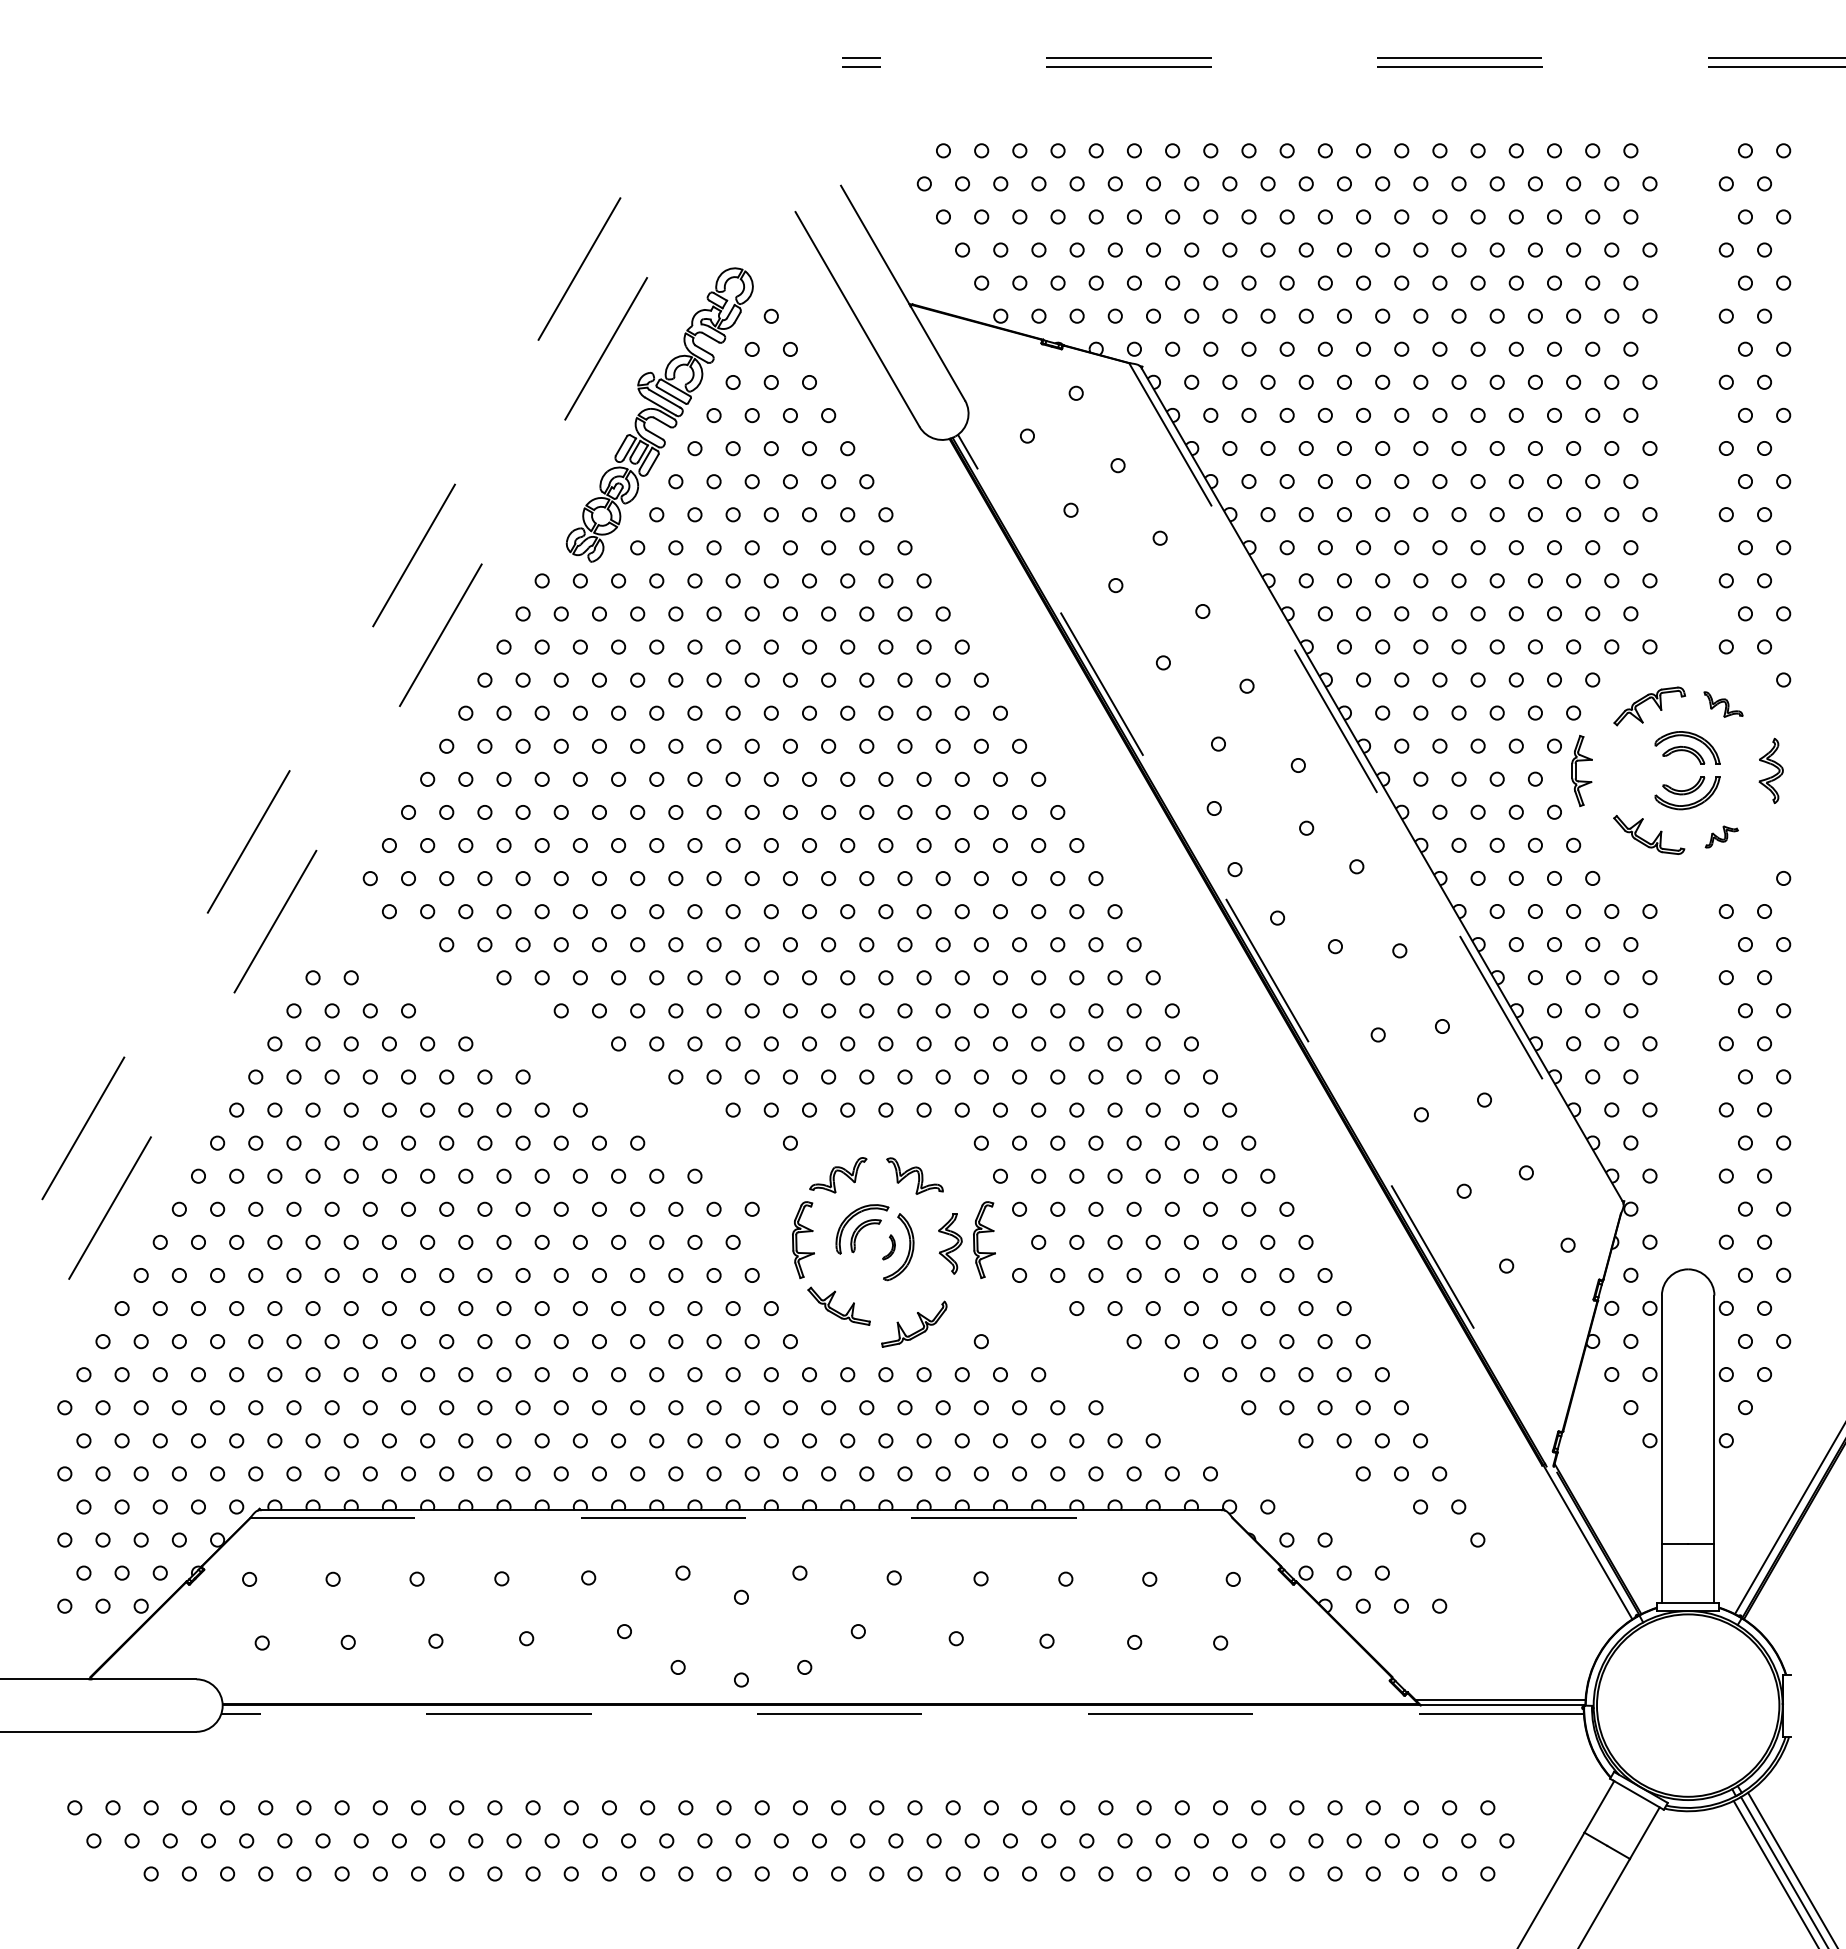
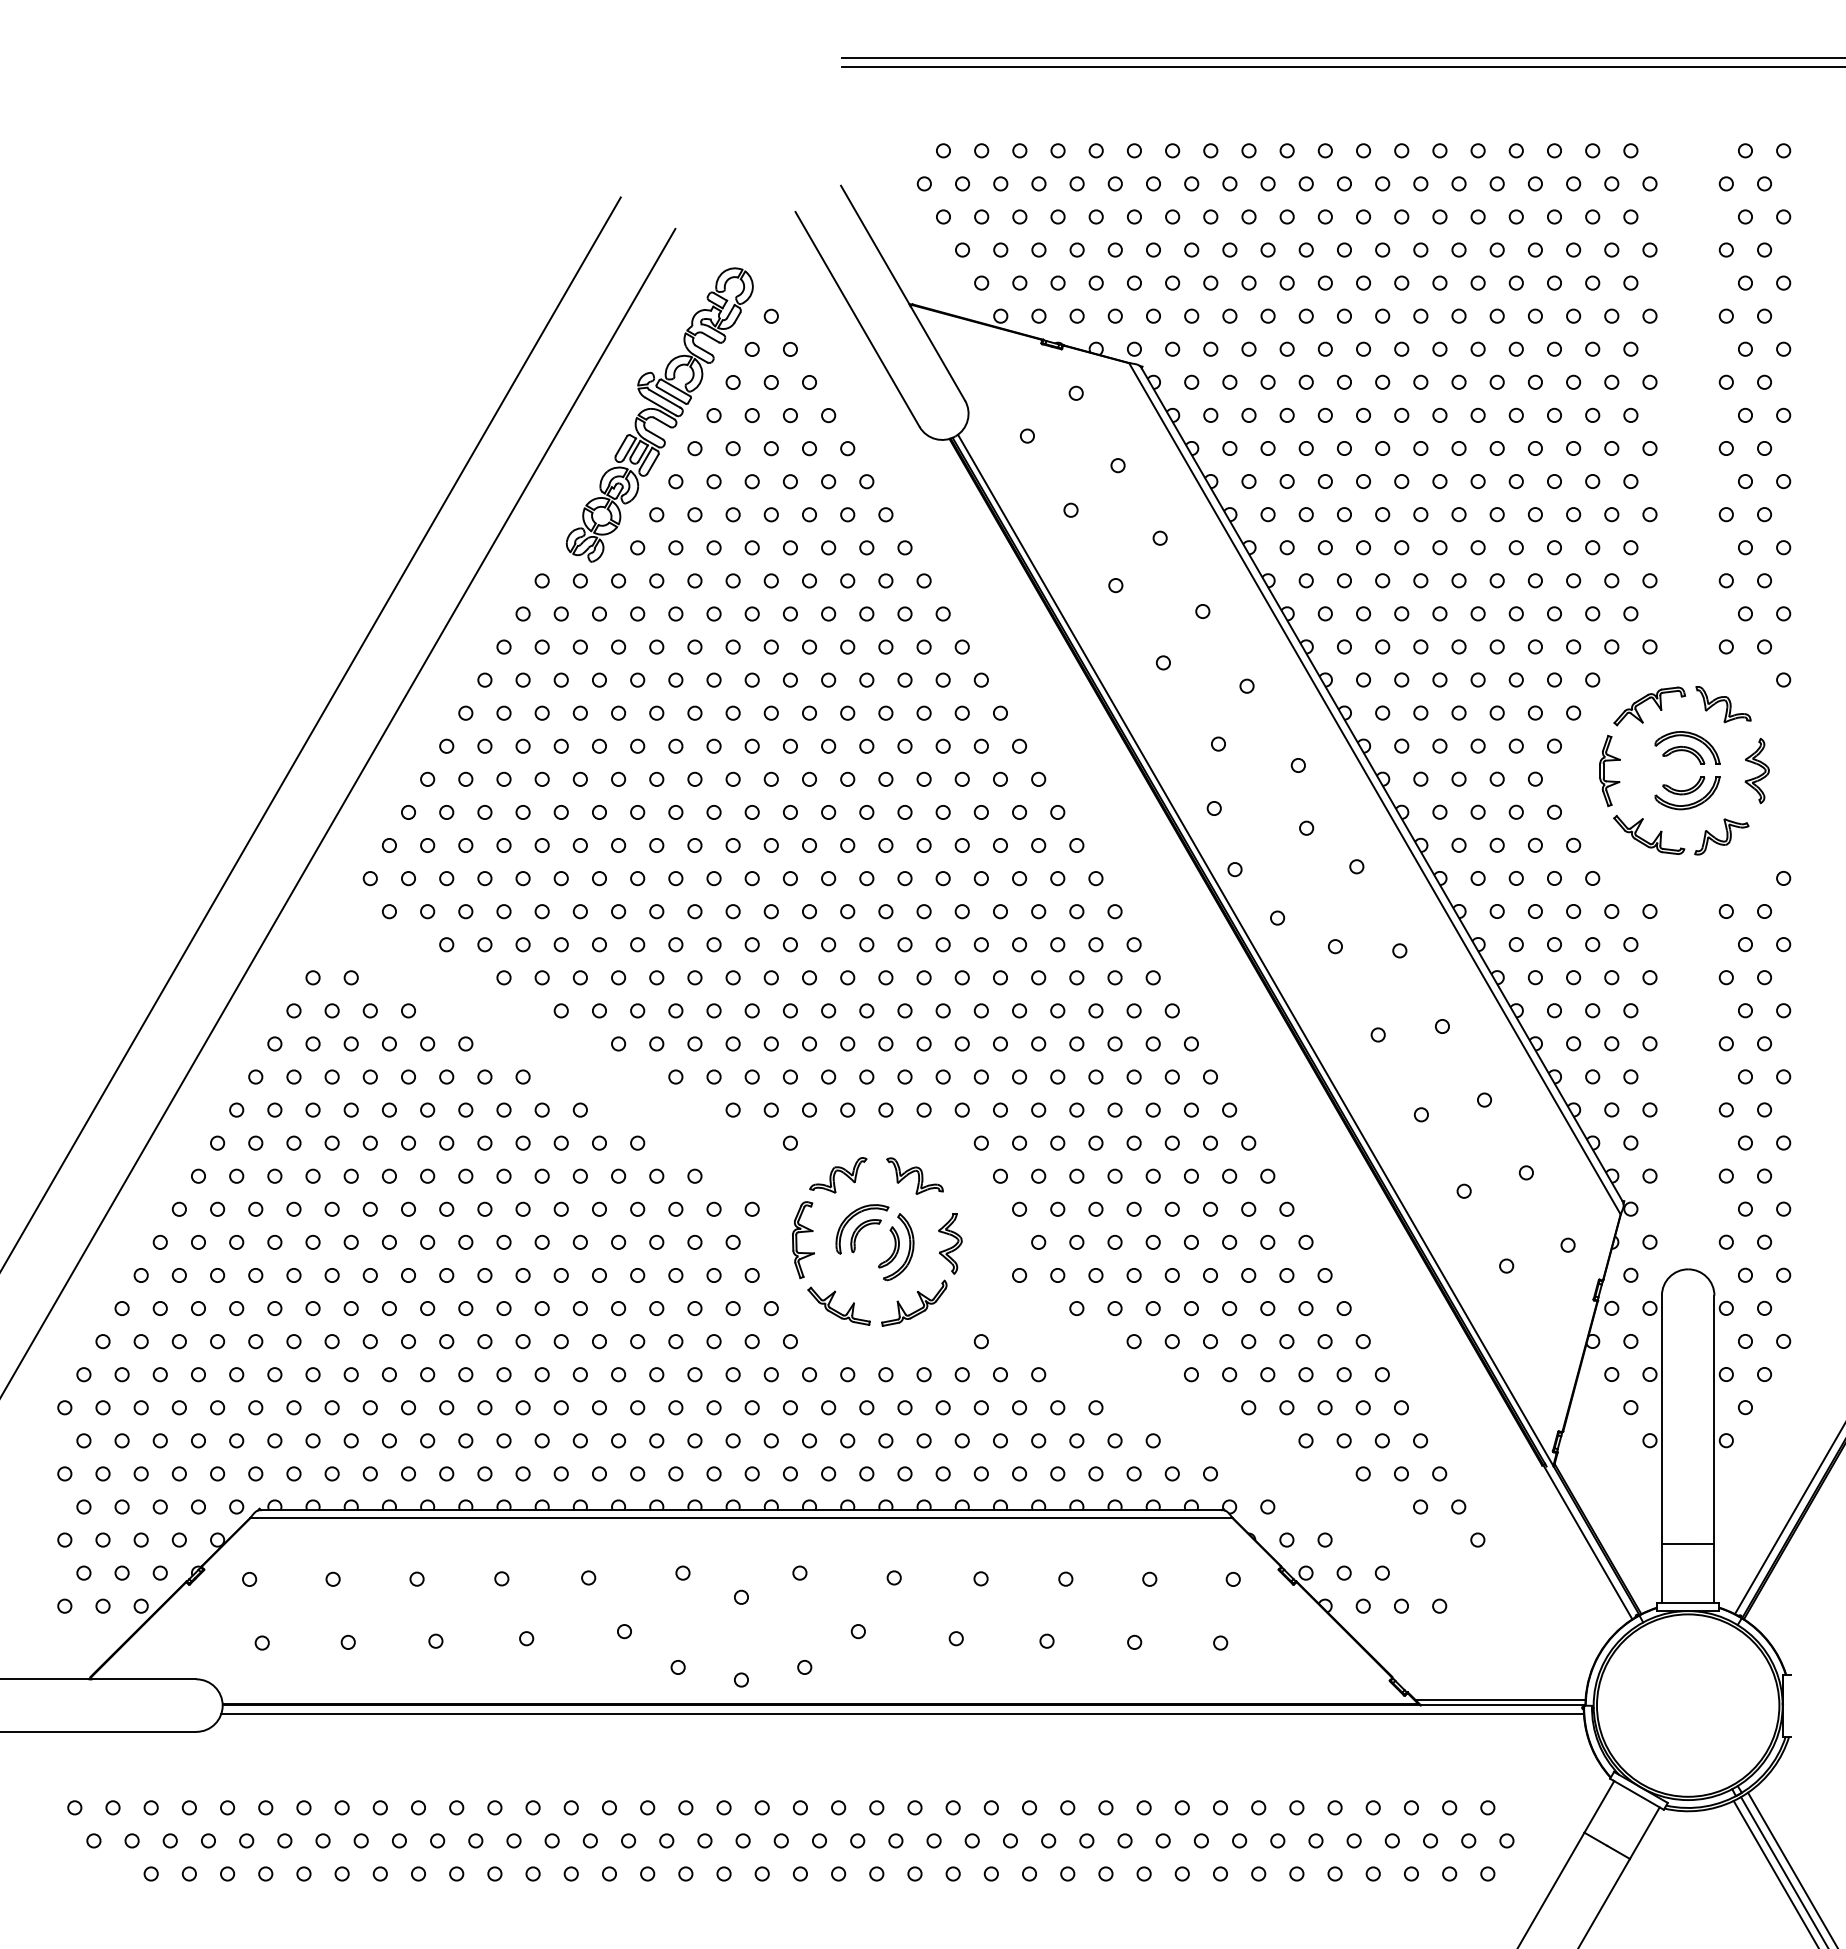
line at (1343, 58): dashed -> solid
line at (1343, 66): dashed -> solid
part at (1723, 704) size: 41x27 px -> 57x38 px
line at (310, 734): dashed -> solid
part at (1581, 770) position: (1581, 770) -> (1609, 770)
part at (1770, 770) position: (1770, 770) -> (1756, 770)
line at (1375, 789): dashed -> solid
line at (338, 813): dashed -> solid
part at (1721, 836) size: 35x24 px -> 56x38 px
line at (1298, 1024): dashed -> solid
part at (984, 1239): present -> none
part at (888, 1247) size: 14x27 px -> 22x43 px
part at (920, 1320) position: (920, 1320) -> (920, 1299)
line at (741, 1518): dashed -> solid
line at (902, 1713): dashed -> solid
